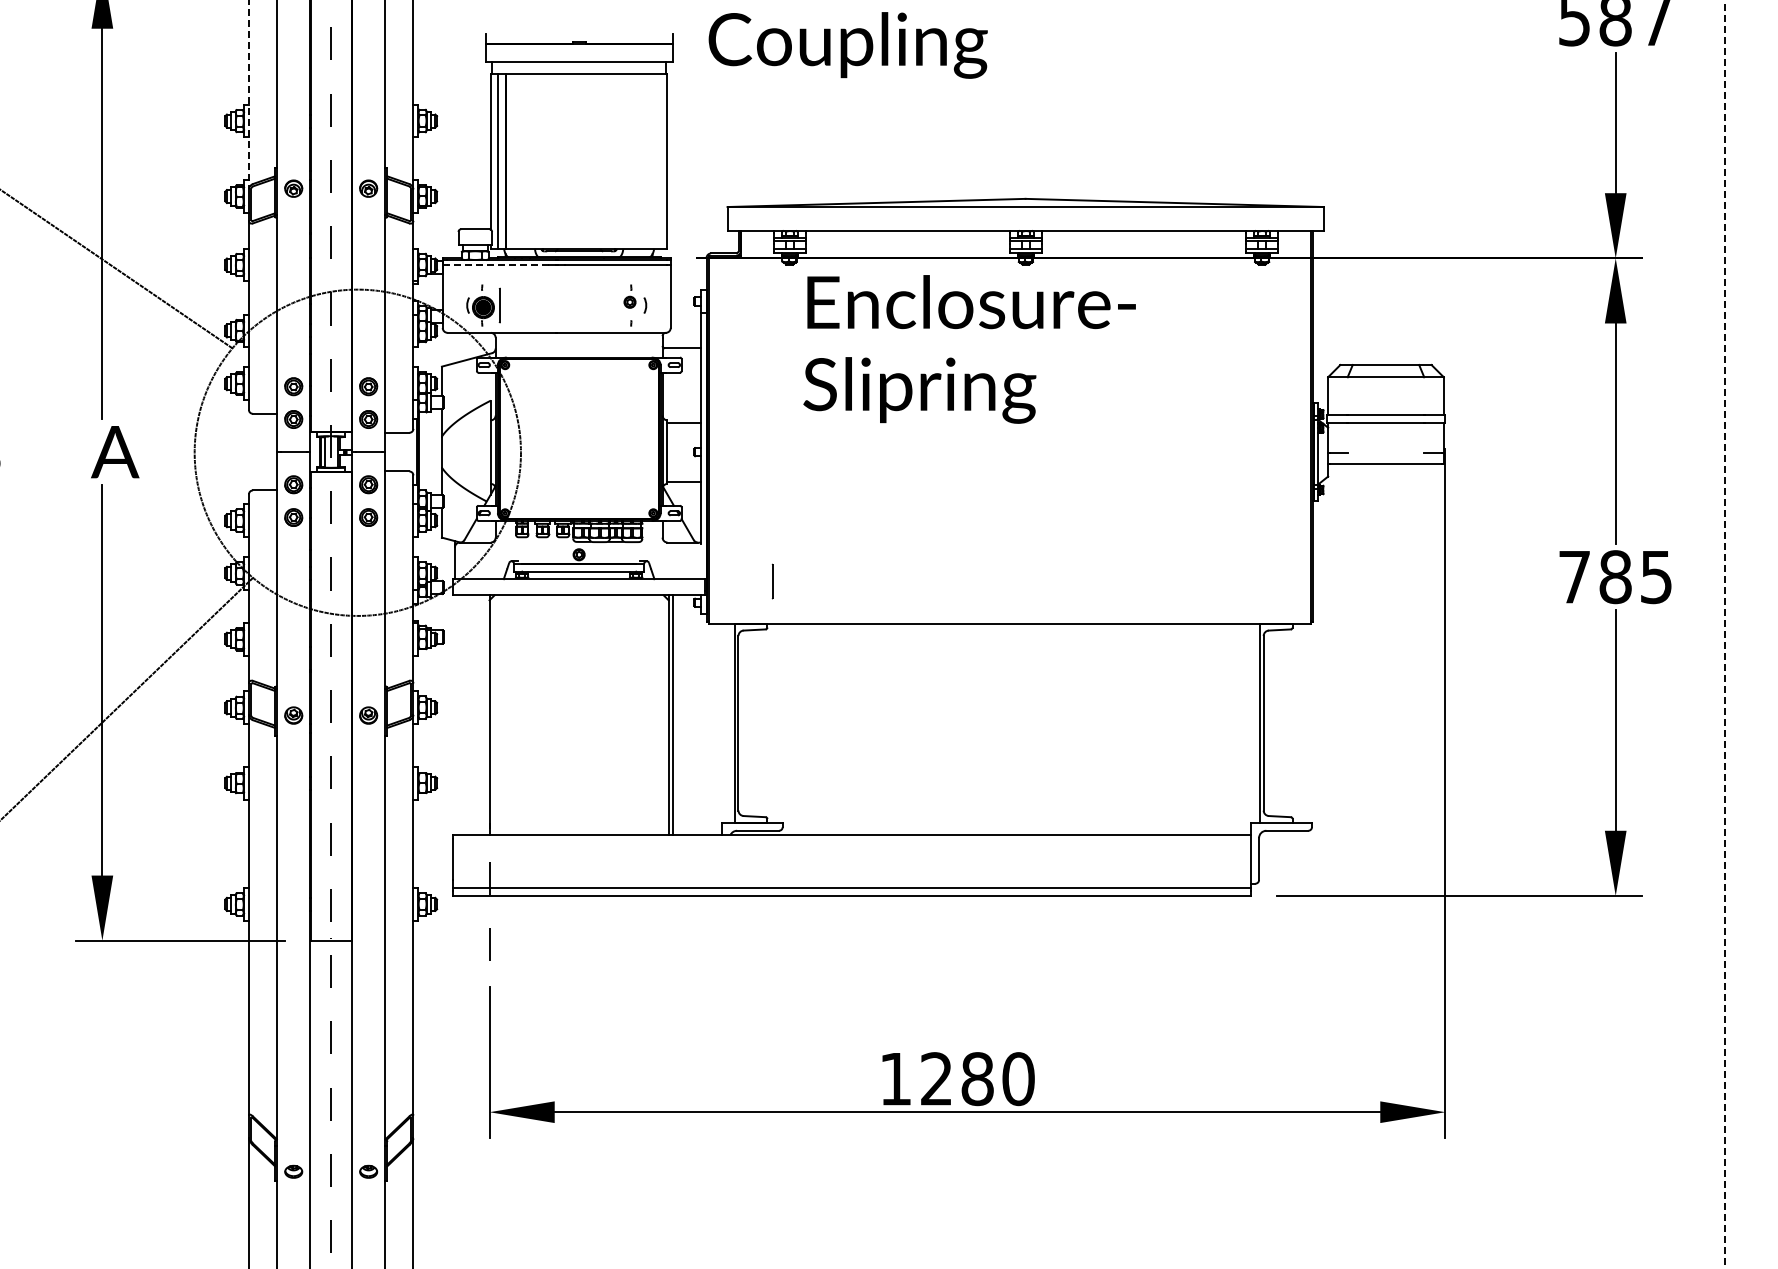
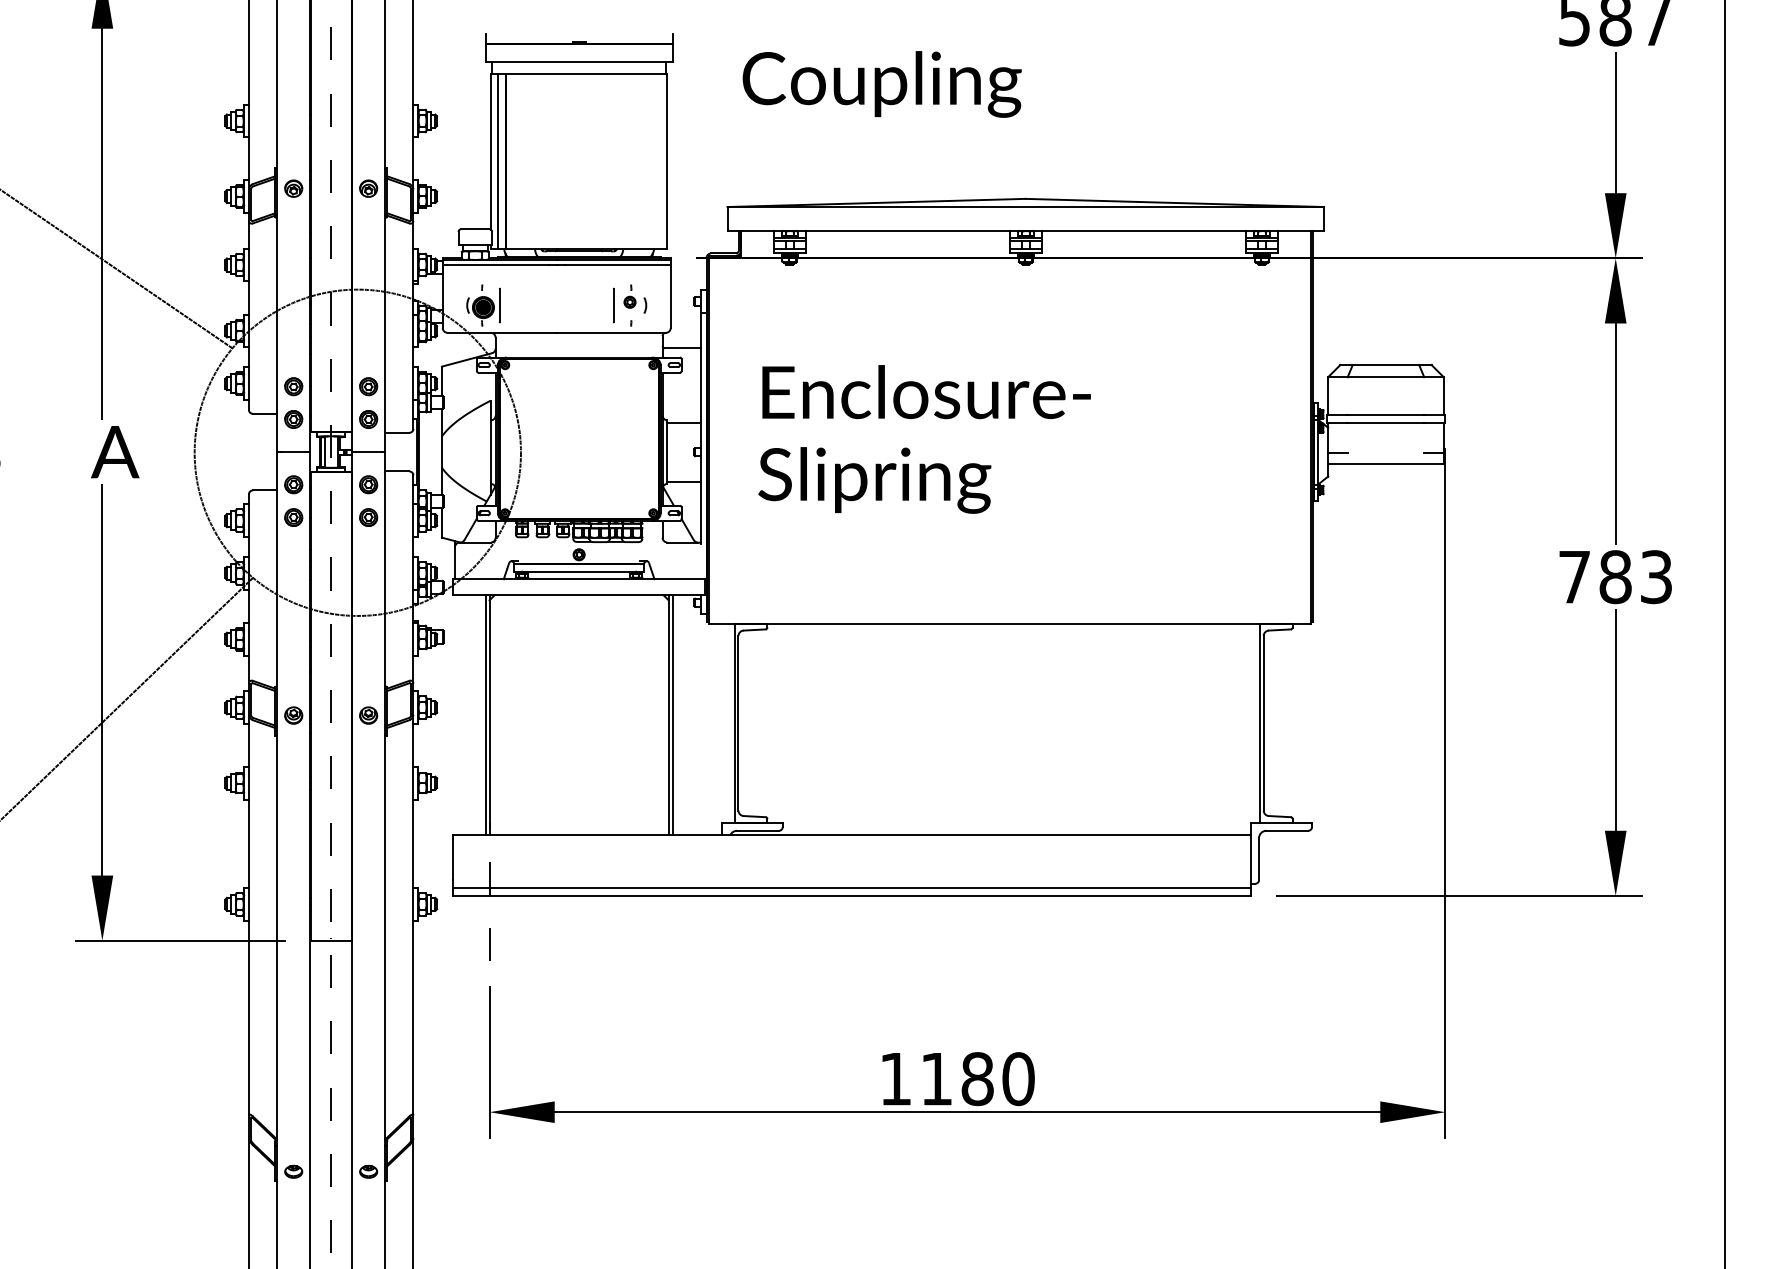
text at (847, 45) position: (847, 45) -> (881, 84)
line at (248, 95): dashed -> solid
line at (497, 264): dashed -> solid
text at (969, 349) position: (969, 349) -> (924, 439)
text at (1656, 576): 785 -> 783
line at (772, 581) position: (772, 581) -> (613, 305)
line at (1724, 634): dashed -> solid
line at (485, 714): none -> present
text at (936, 1078): 1280 -> 1180
